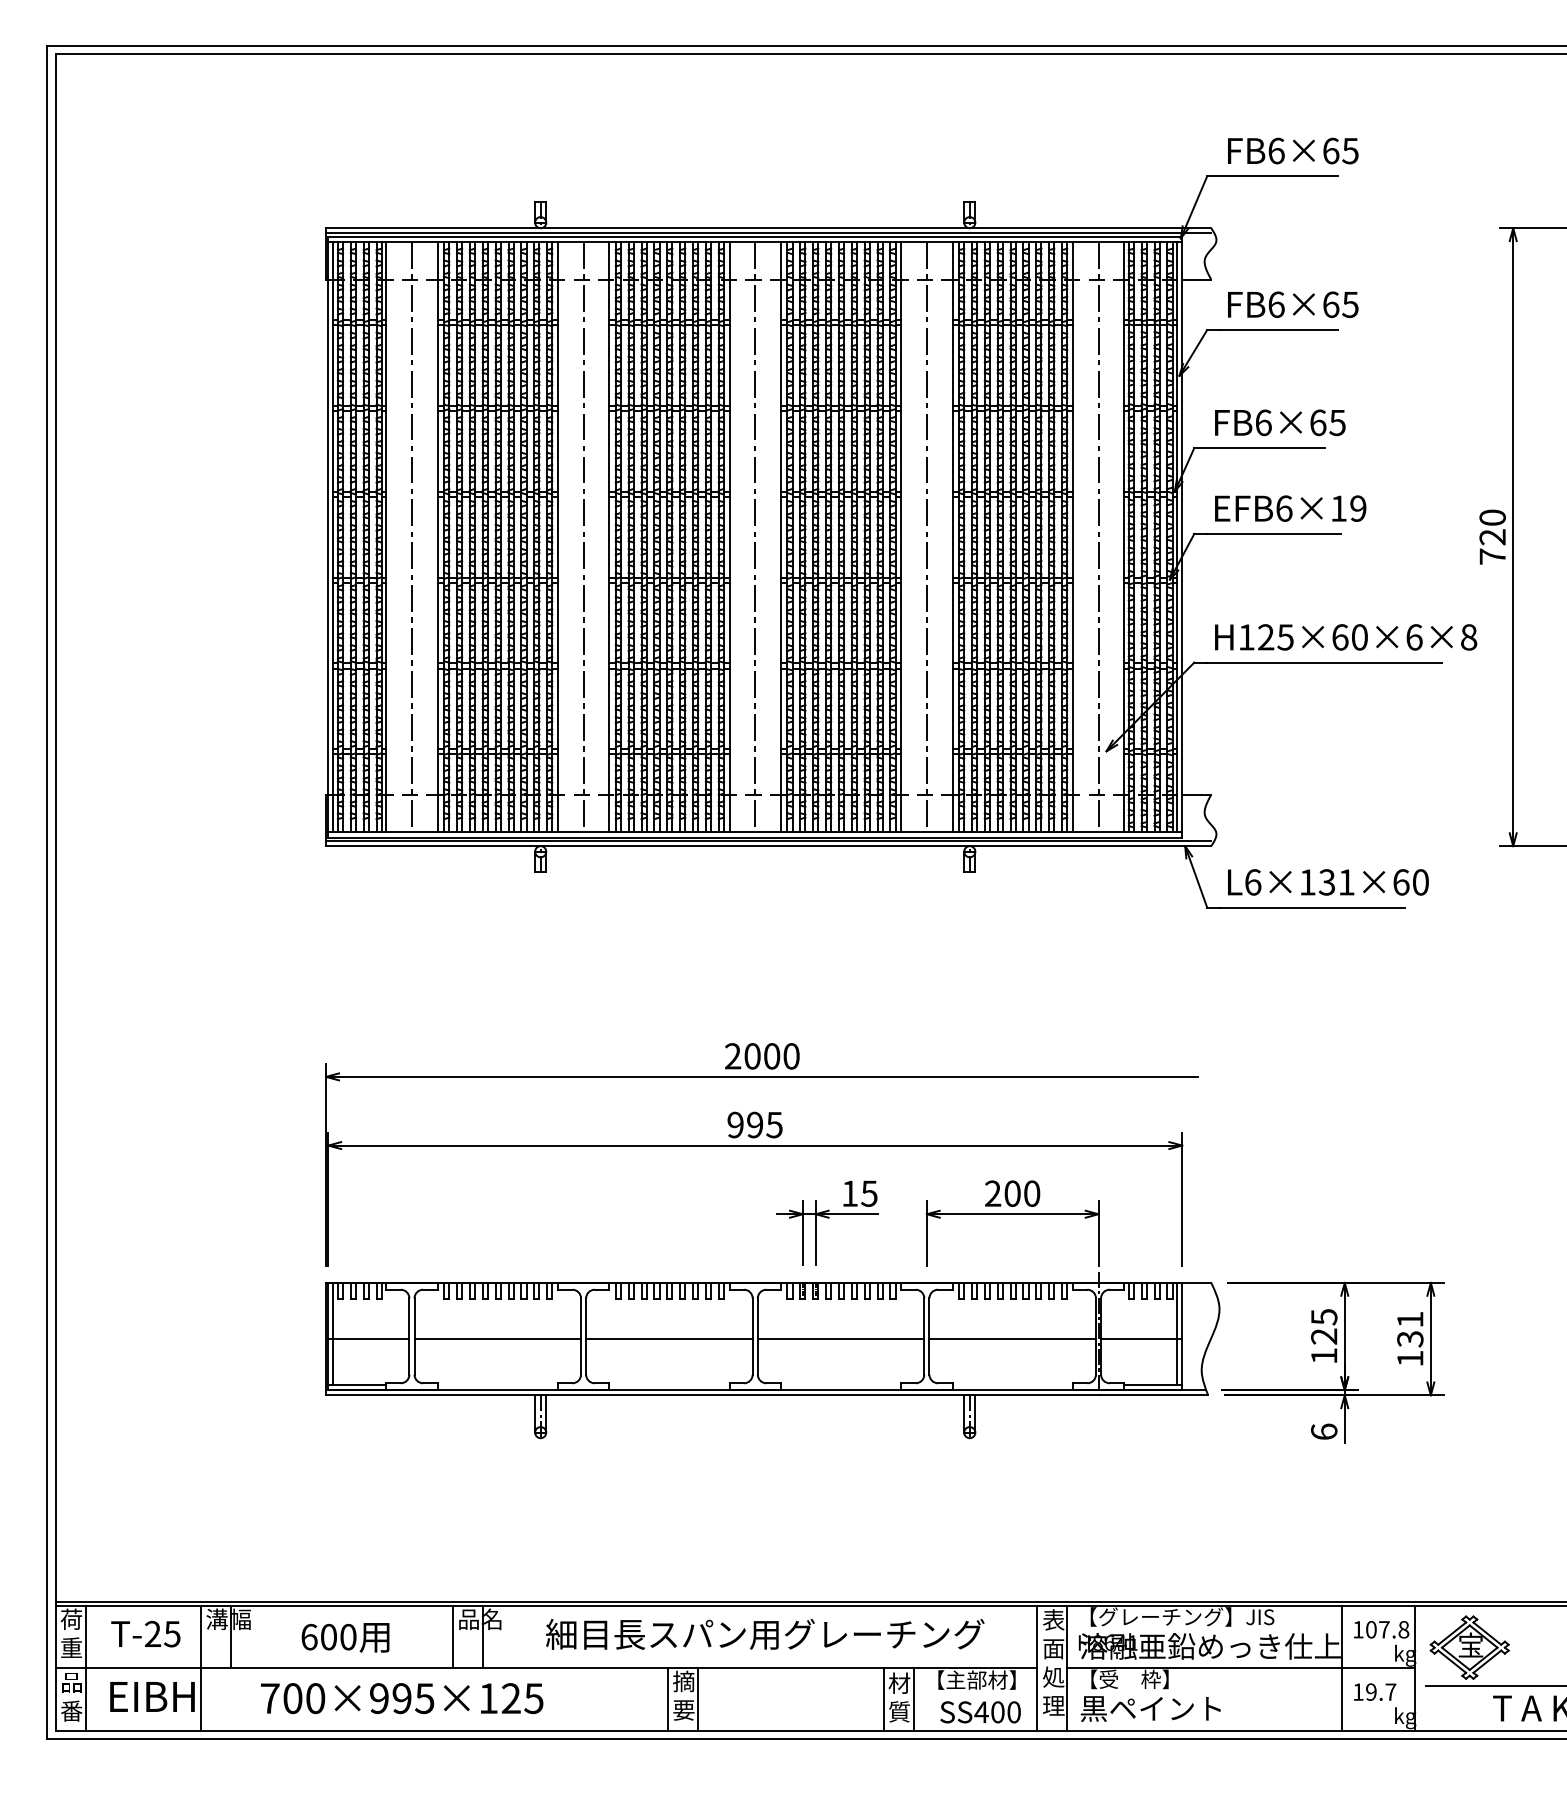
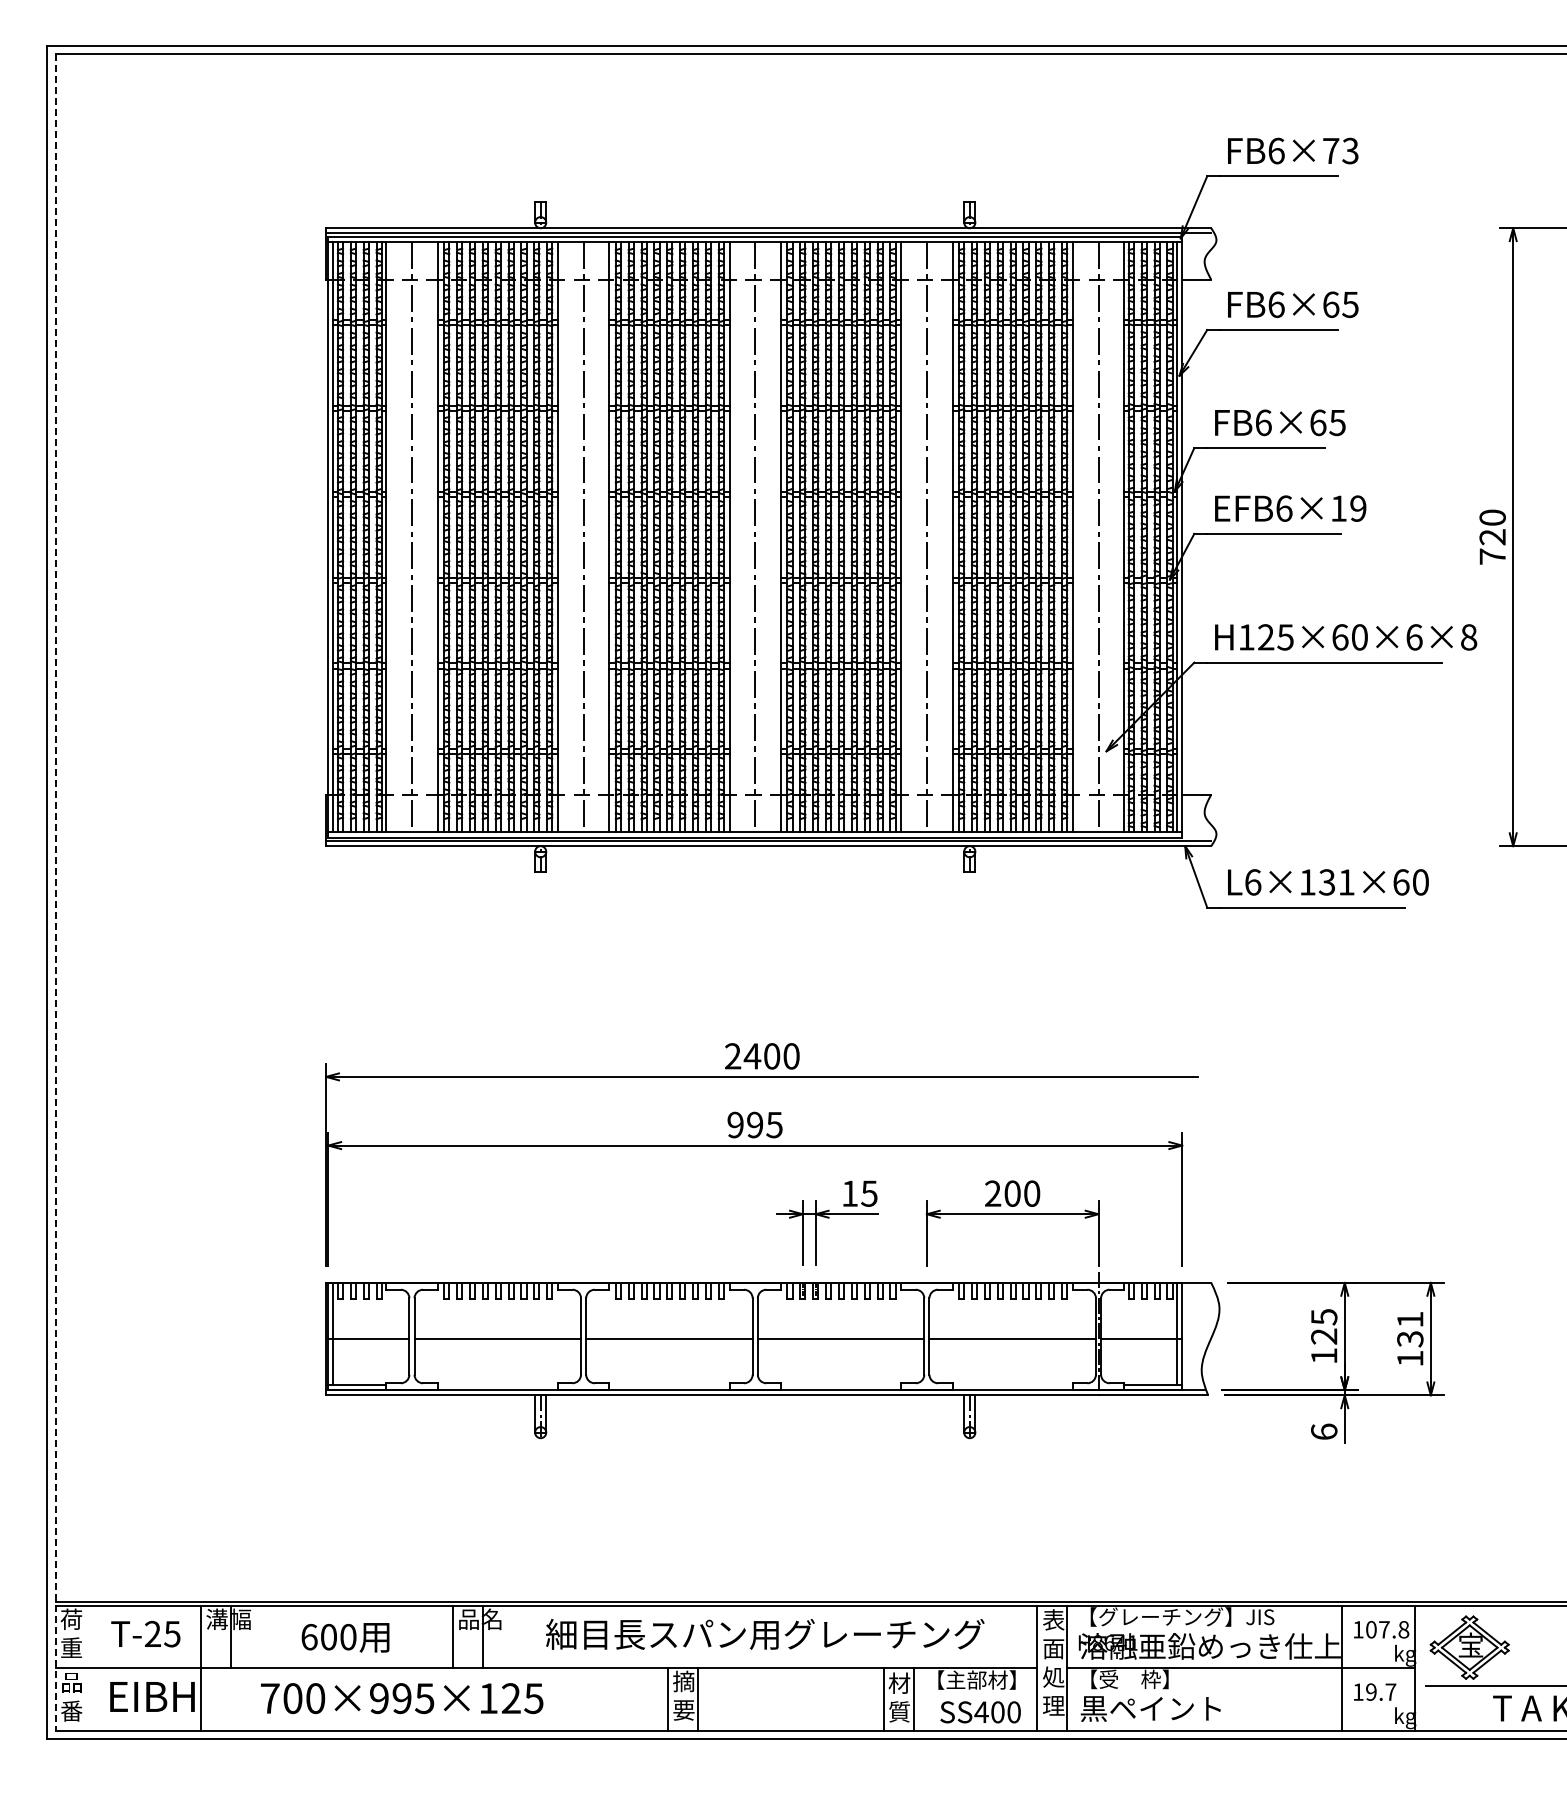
text at (1340, 150): FB6×65 -> FB6×73
line at (55, 892): solid -> dashed
text at (752, 1056): 2000 -> 2400
line at (85, 1667): present -> none
